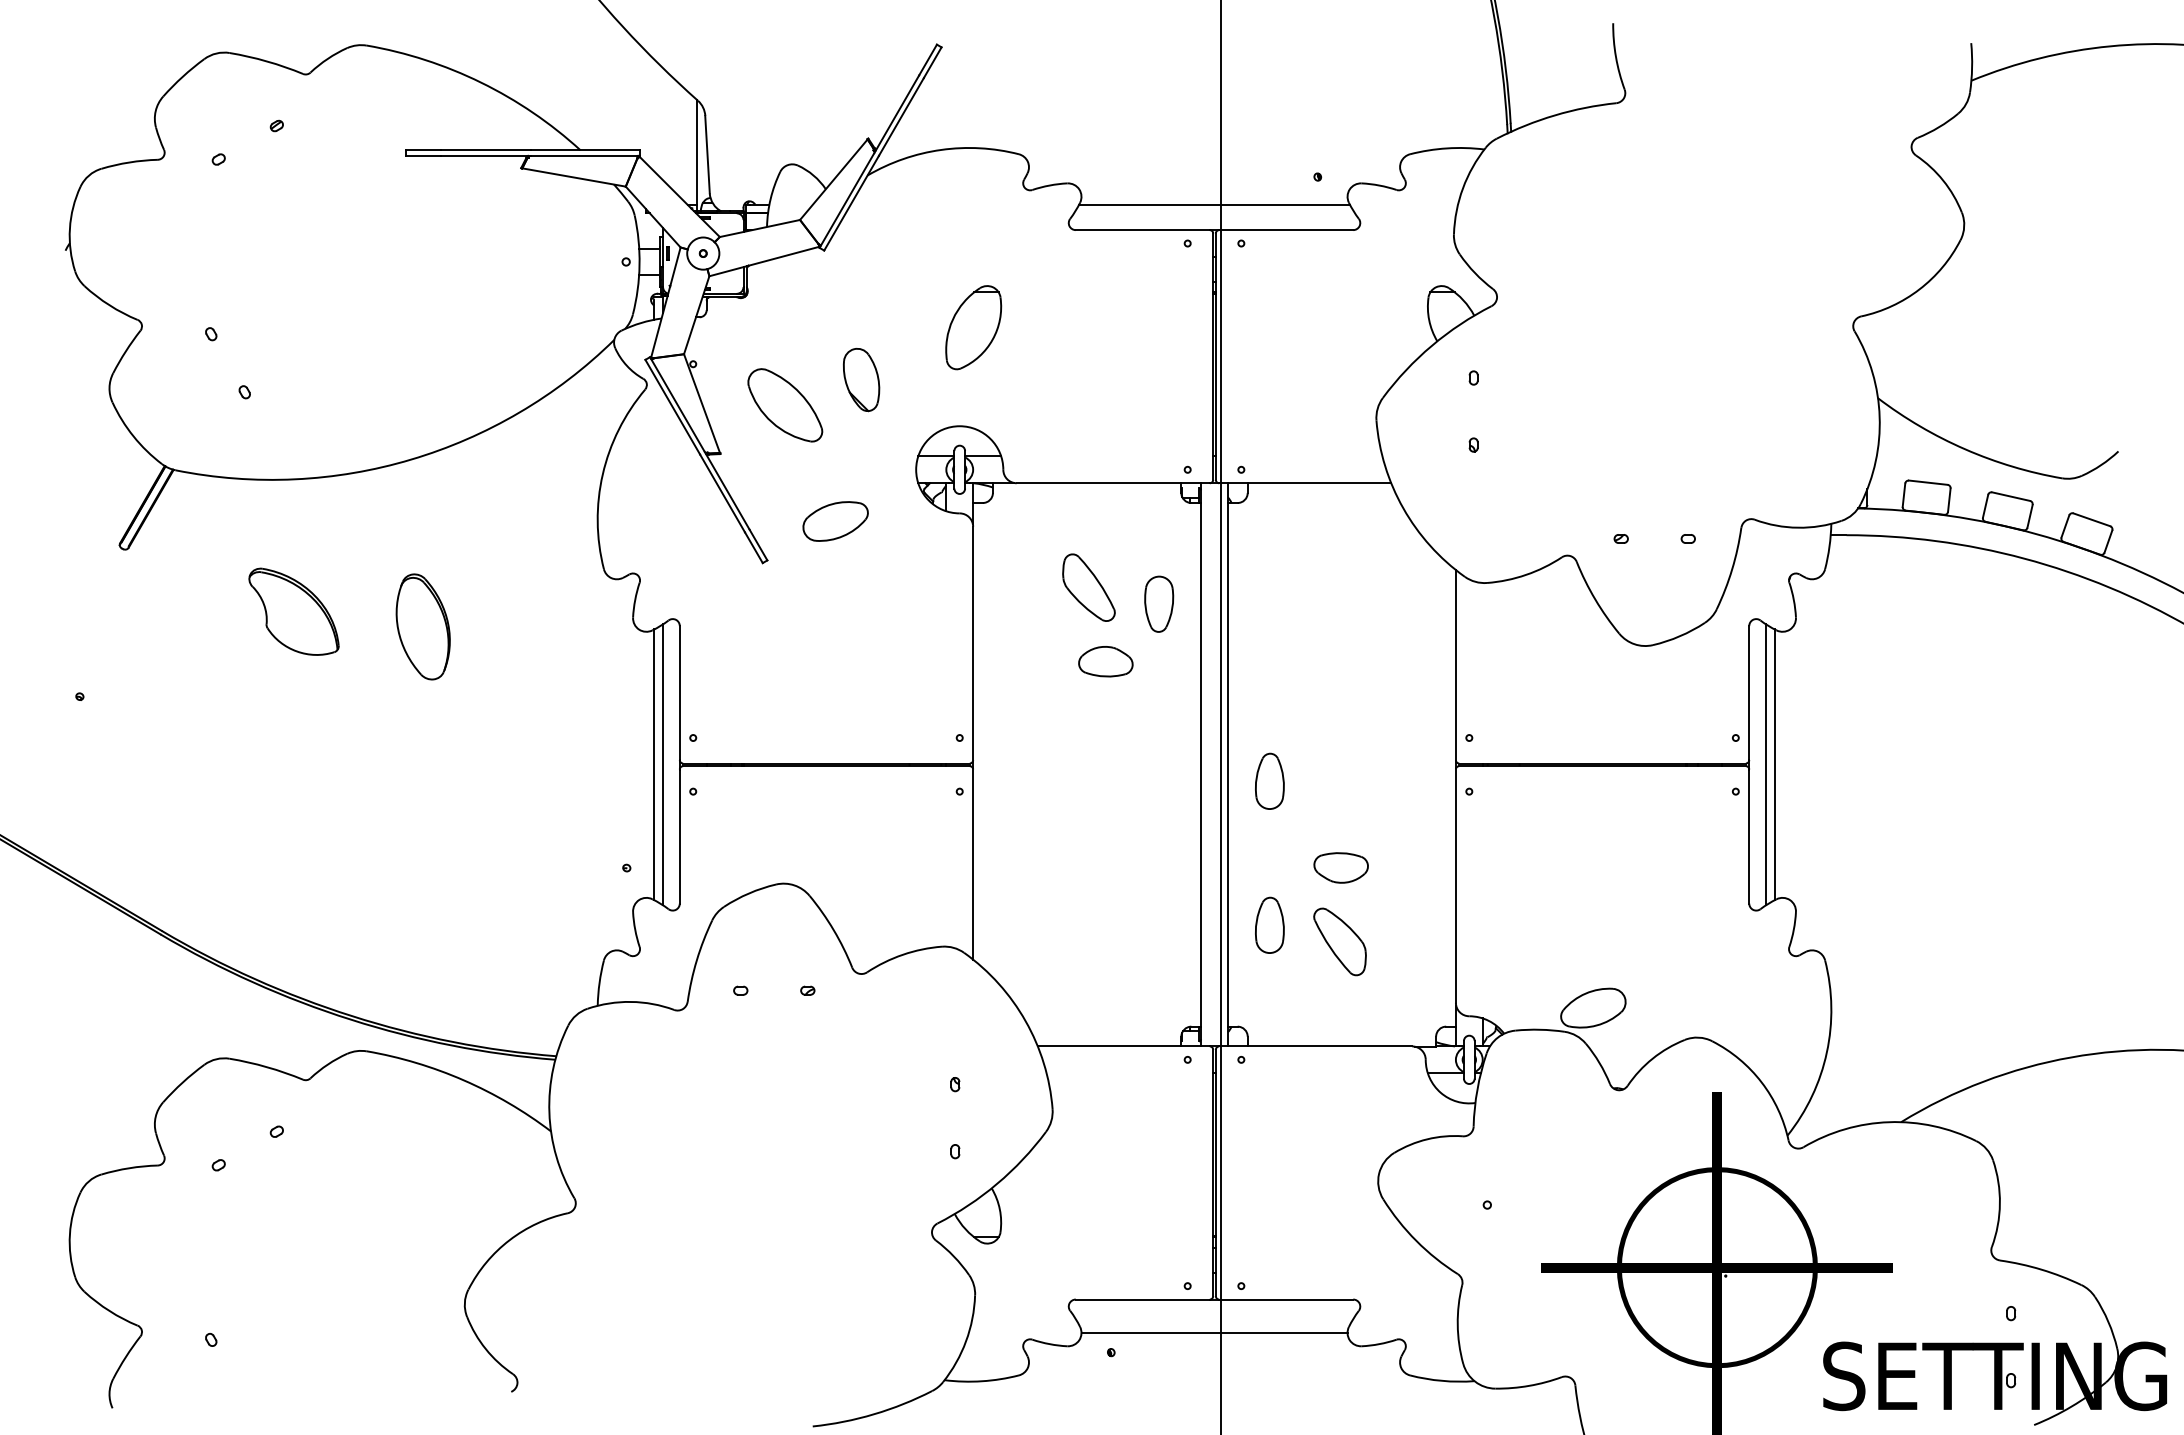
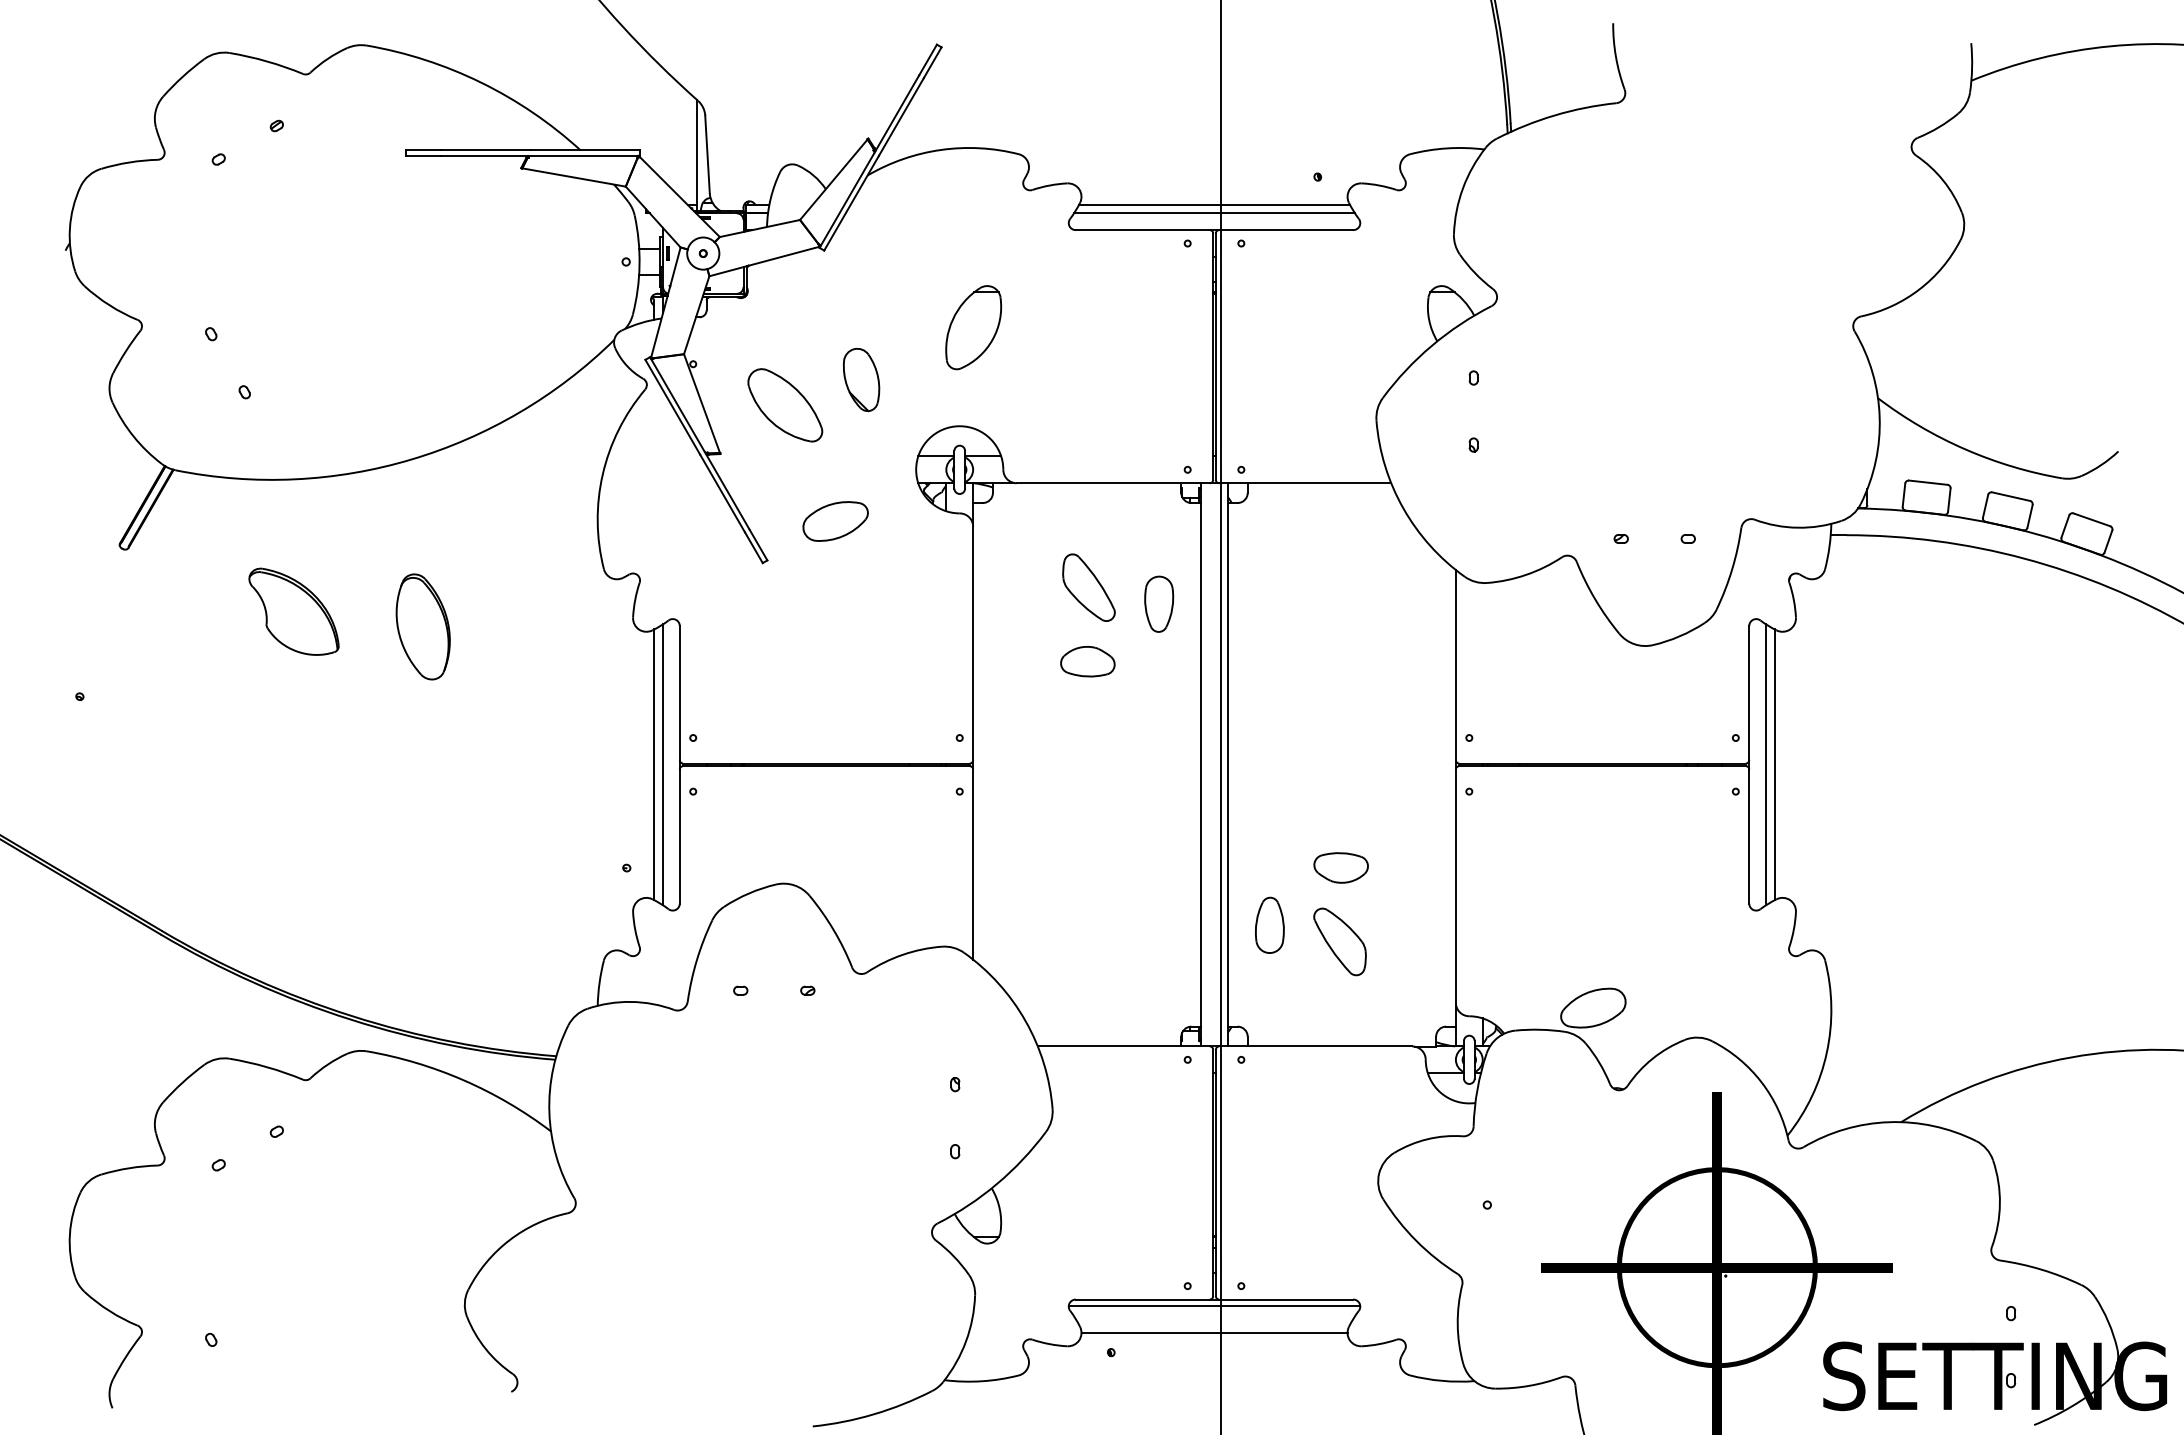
line at (1214, 213): none -> present
part at (1105, 661) position: (1105, 661) -> (1087, 661)
part at (1269, 780): present -> none
line at (1214, 1306): none -> present
